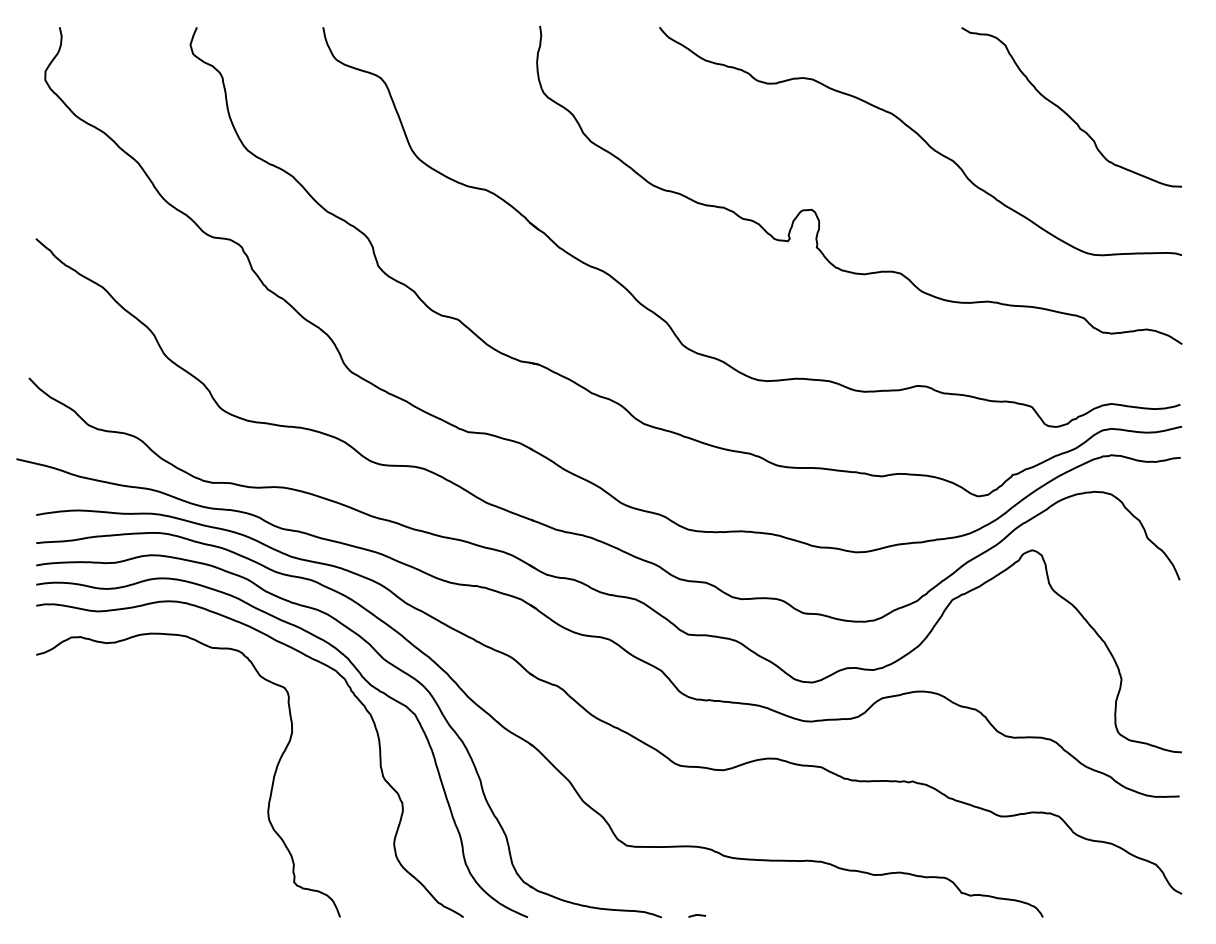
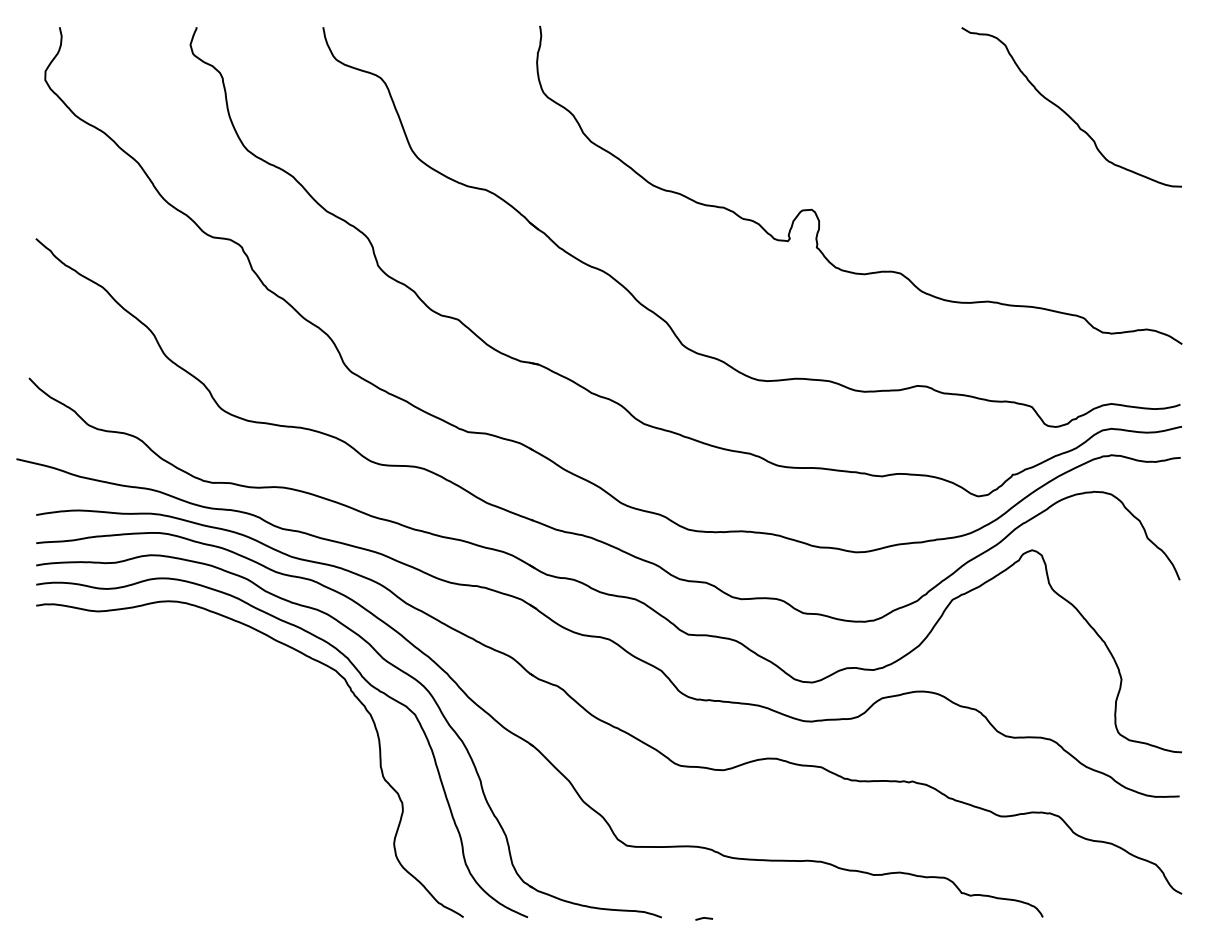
curve at (921, 139): present -> none
curve at (270, 789): present -> none
line at (697, 915) position: (697, 915) -> (704, 918)
